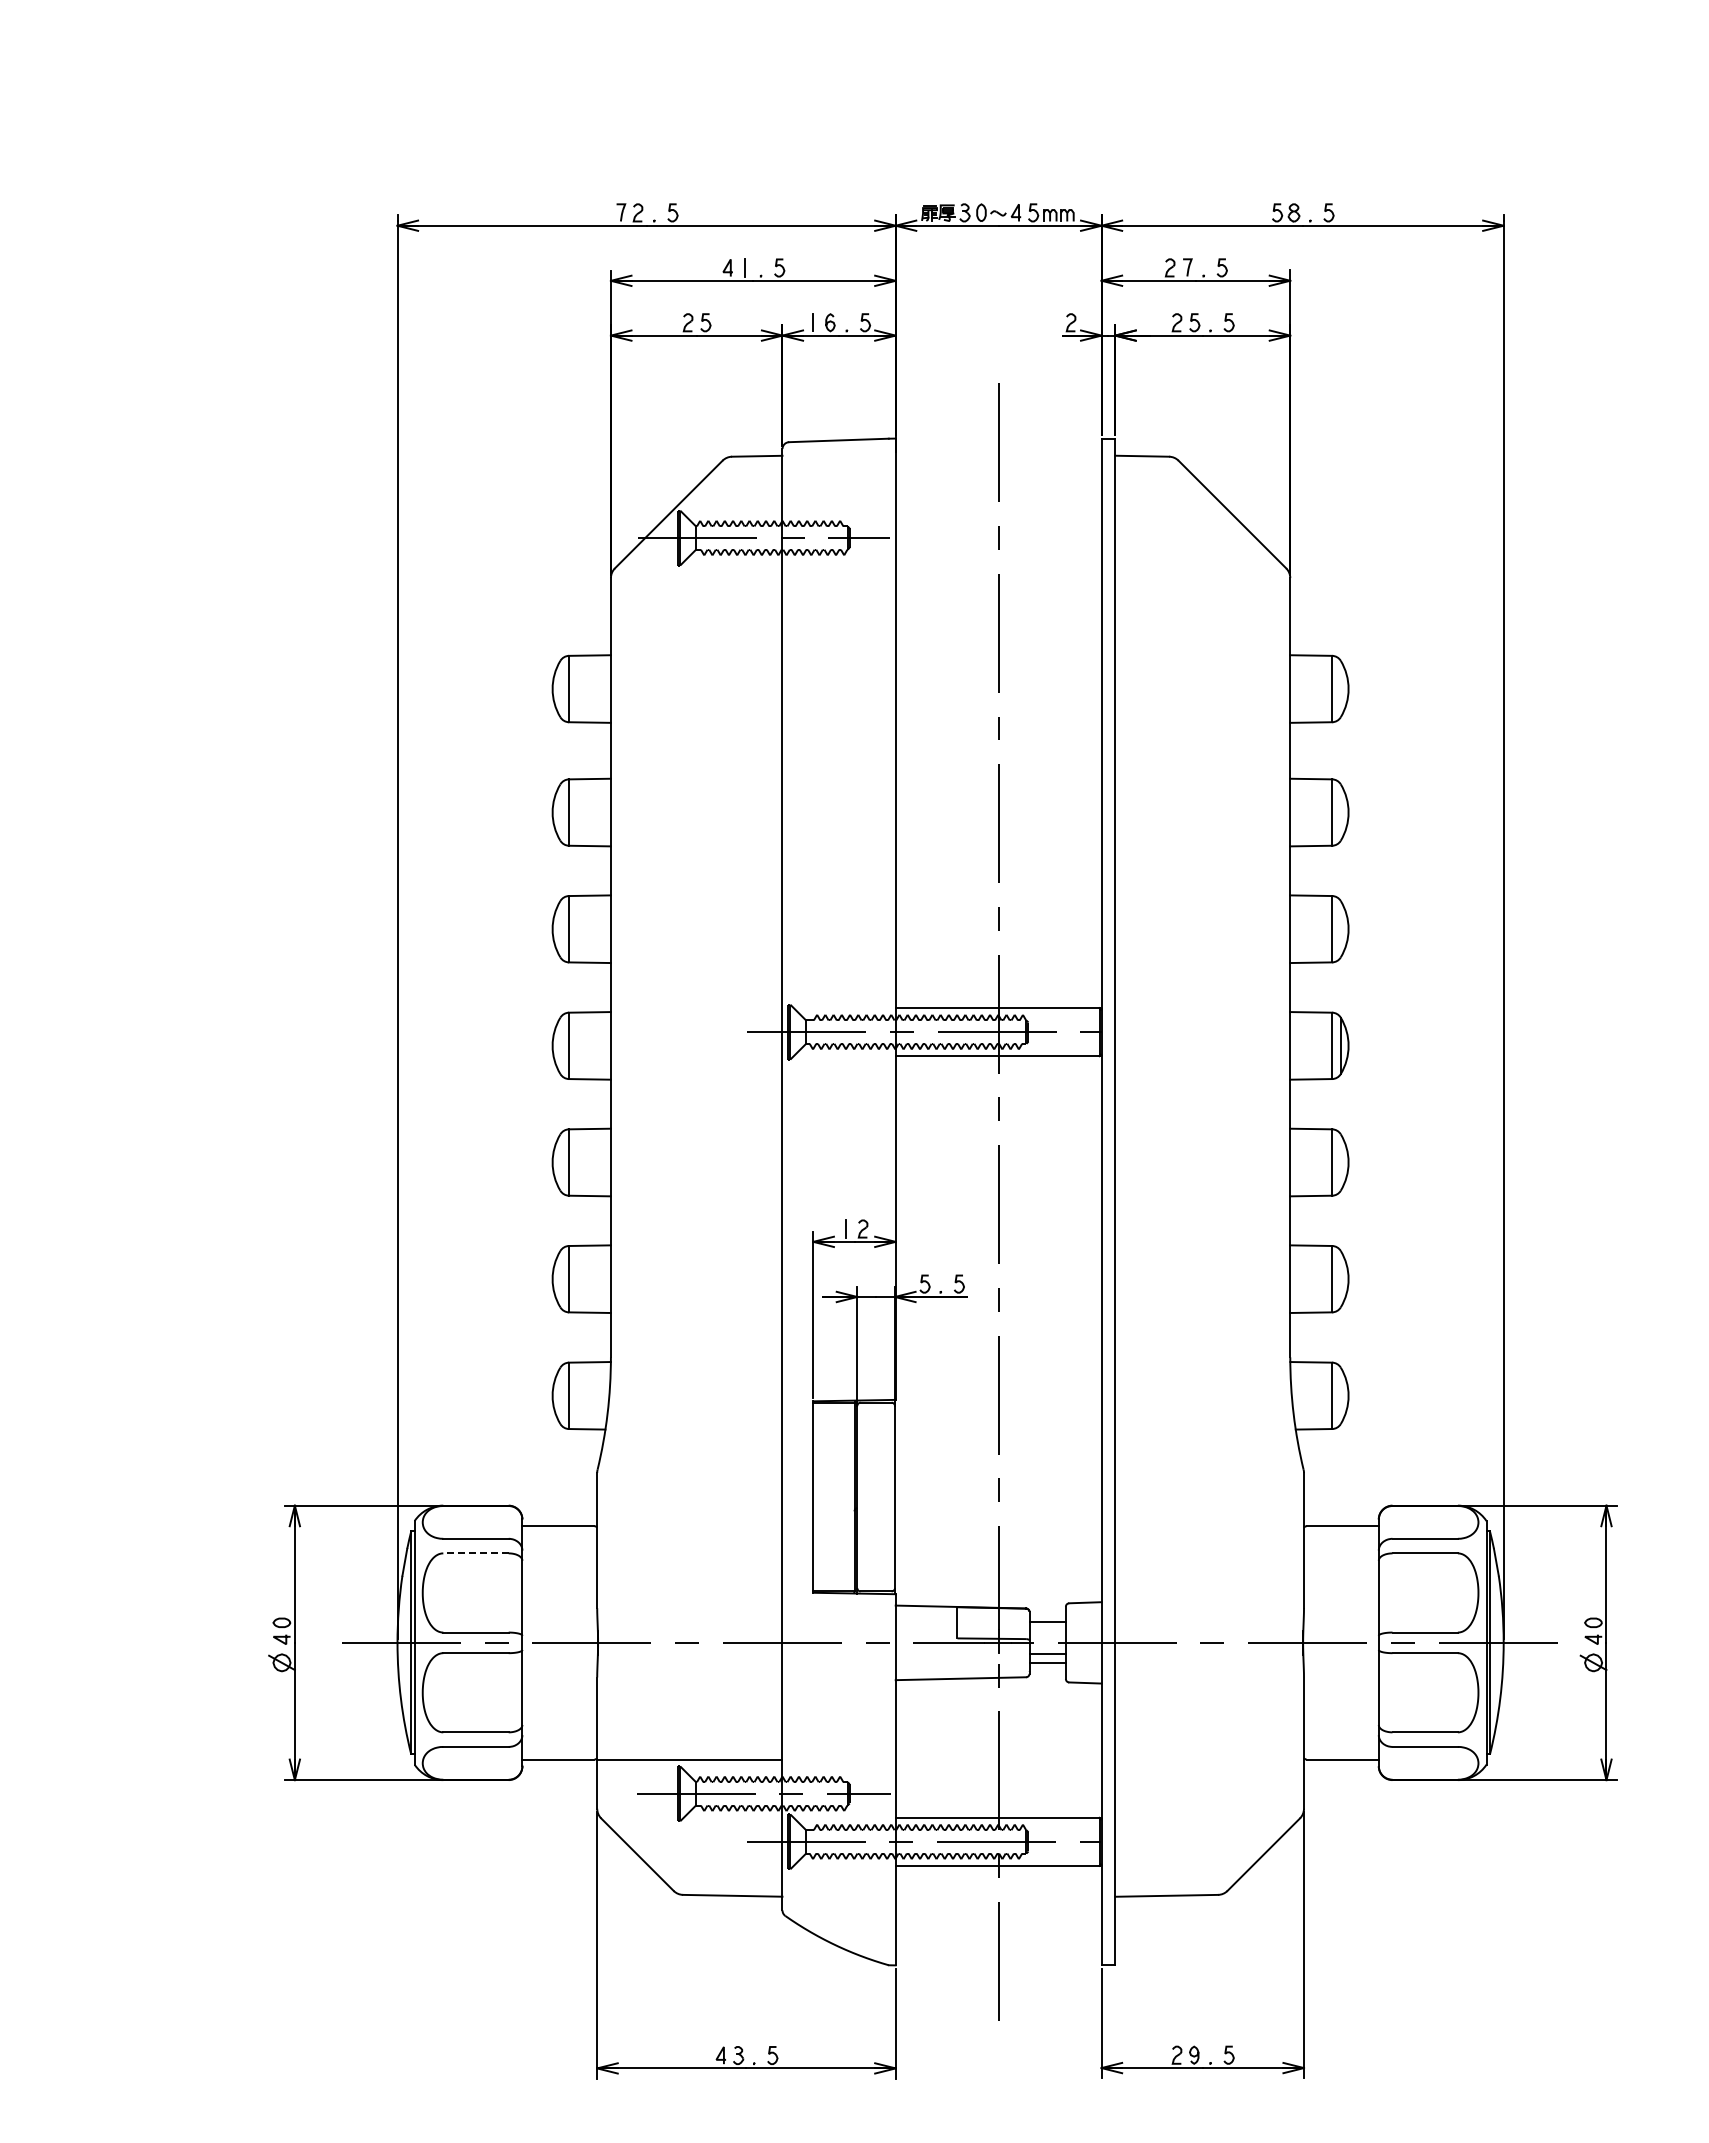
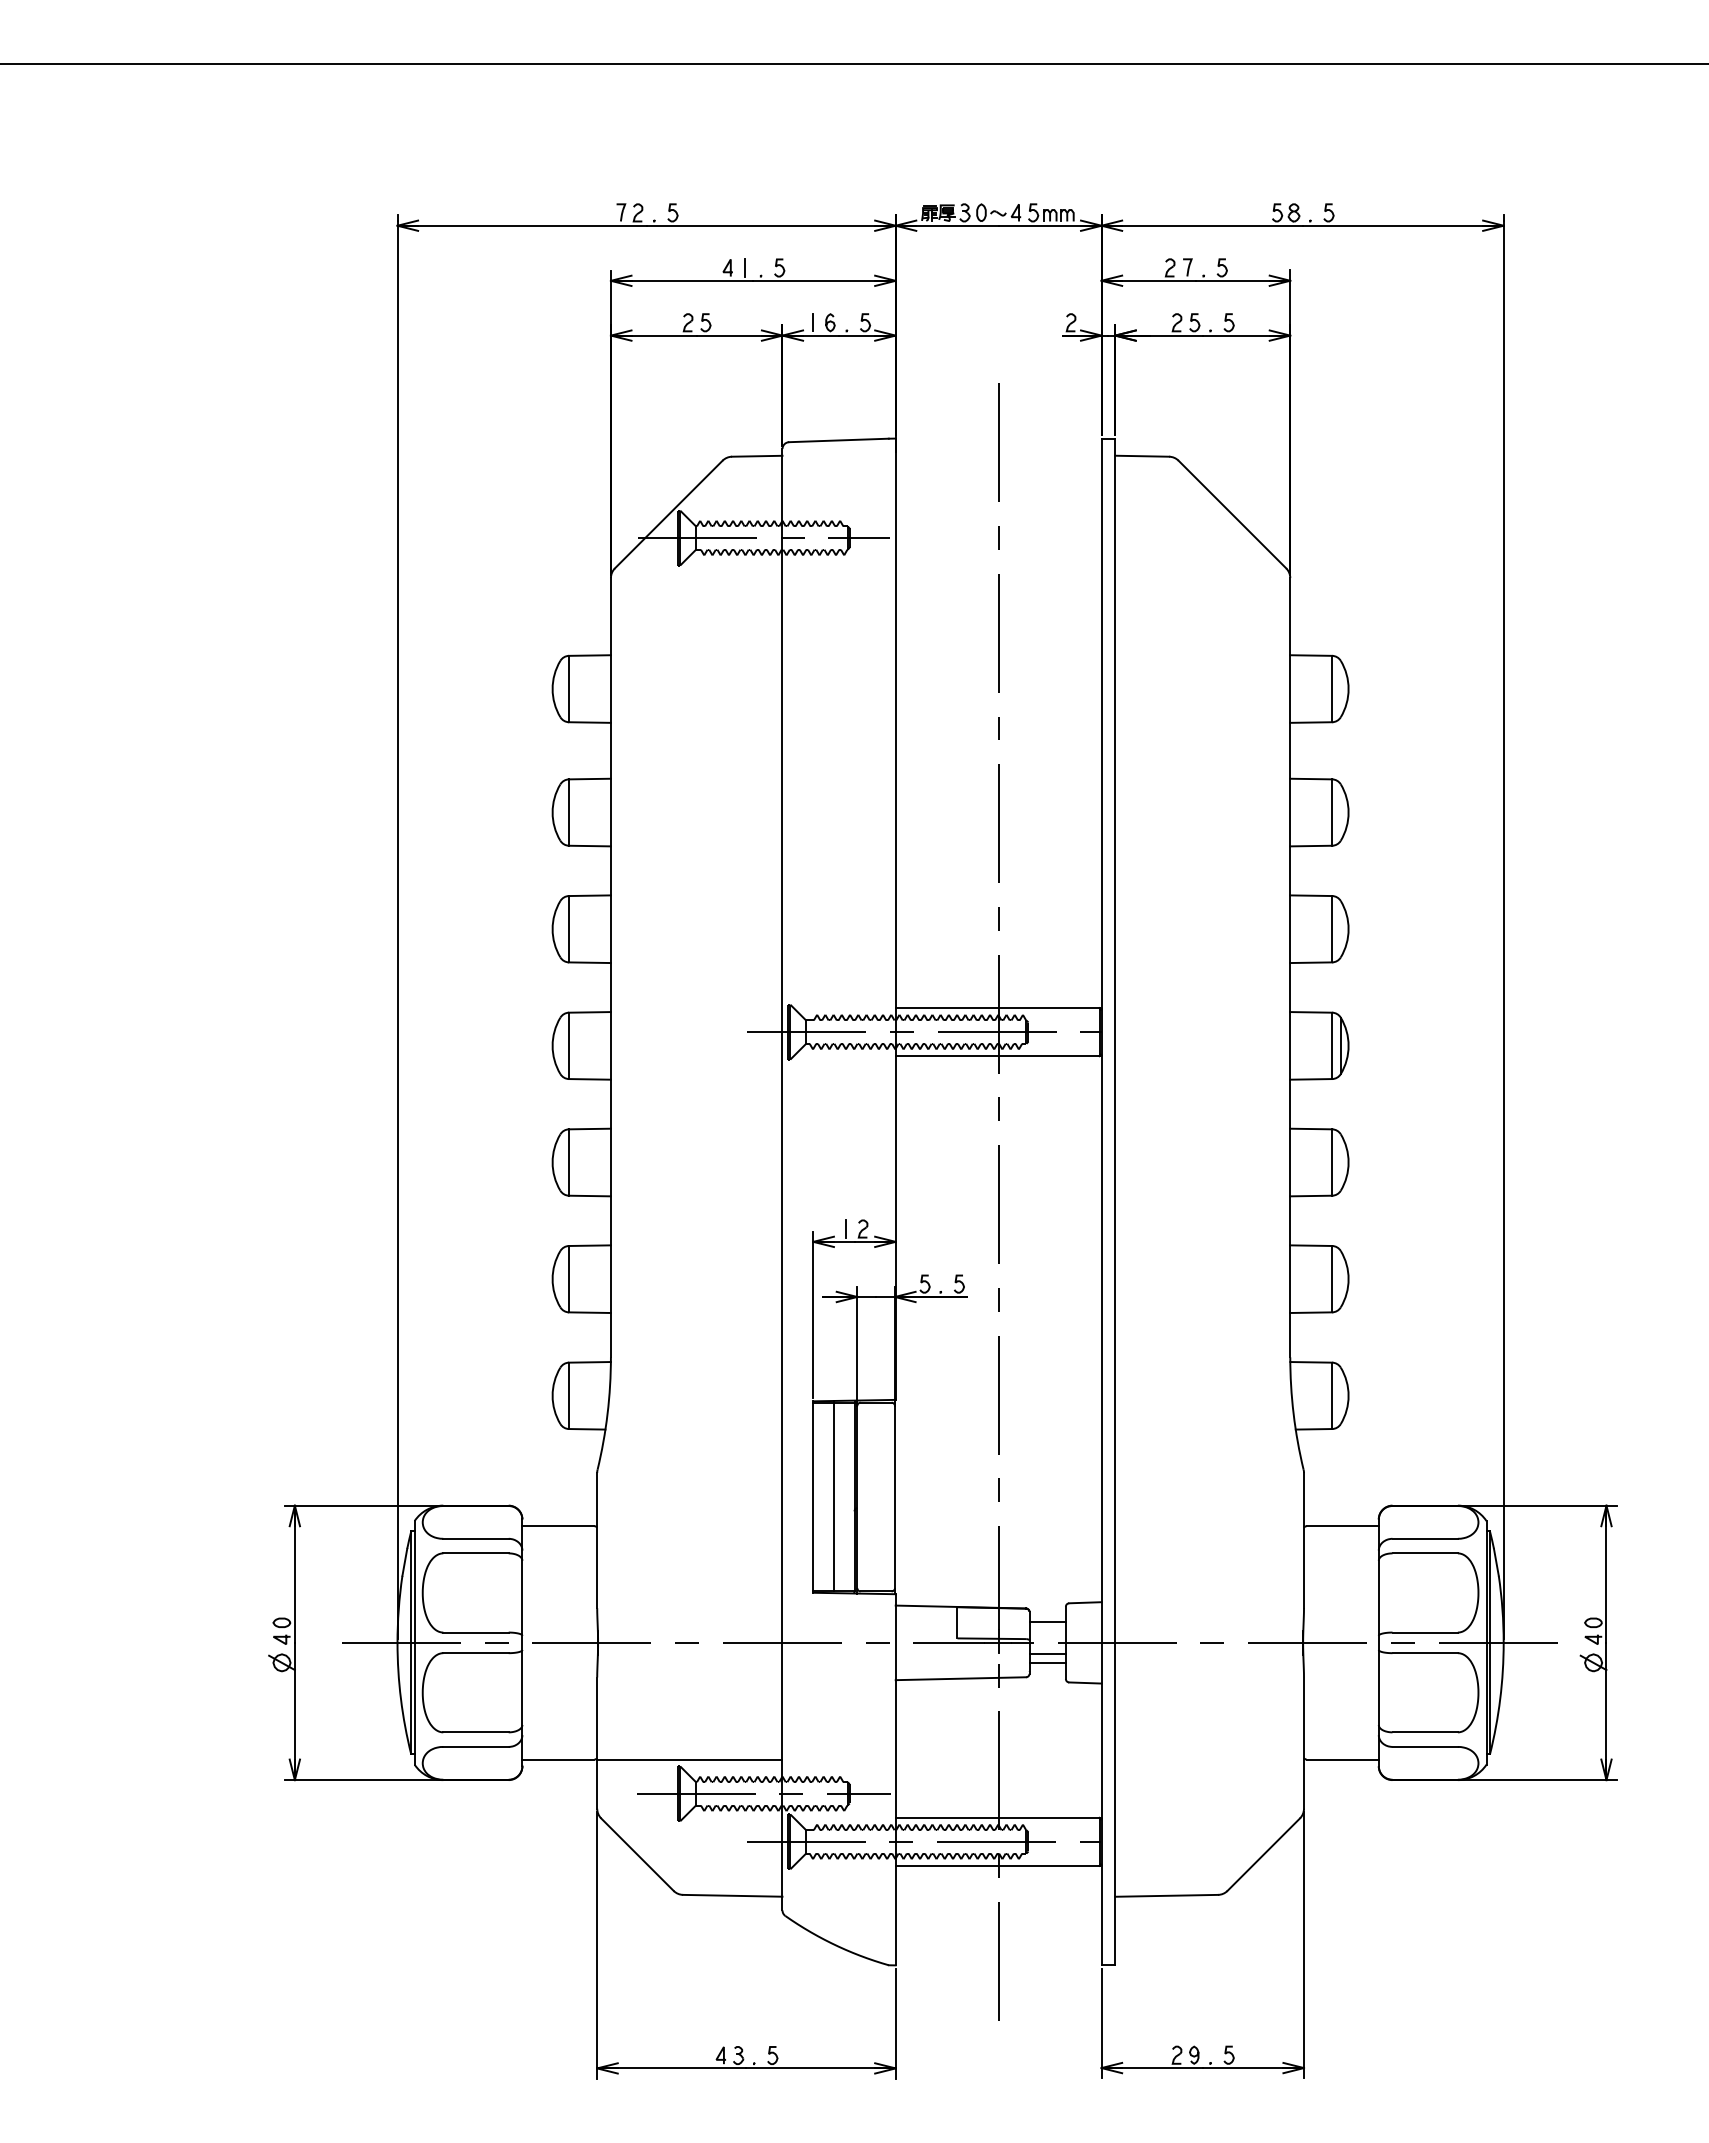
line at (853, 64): none -> present
line at (833, 1495): none -> present
line at (476, 1553): dashed -> solid
